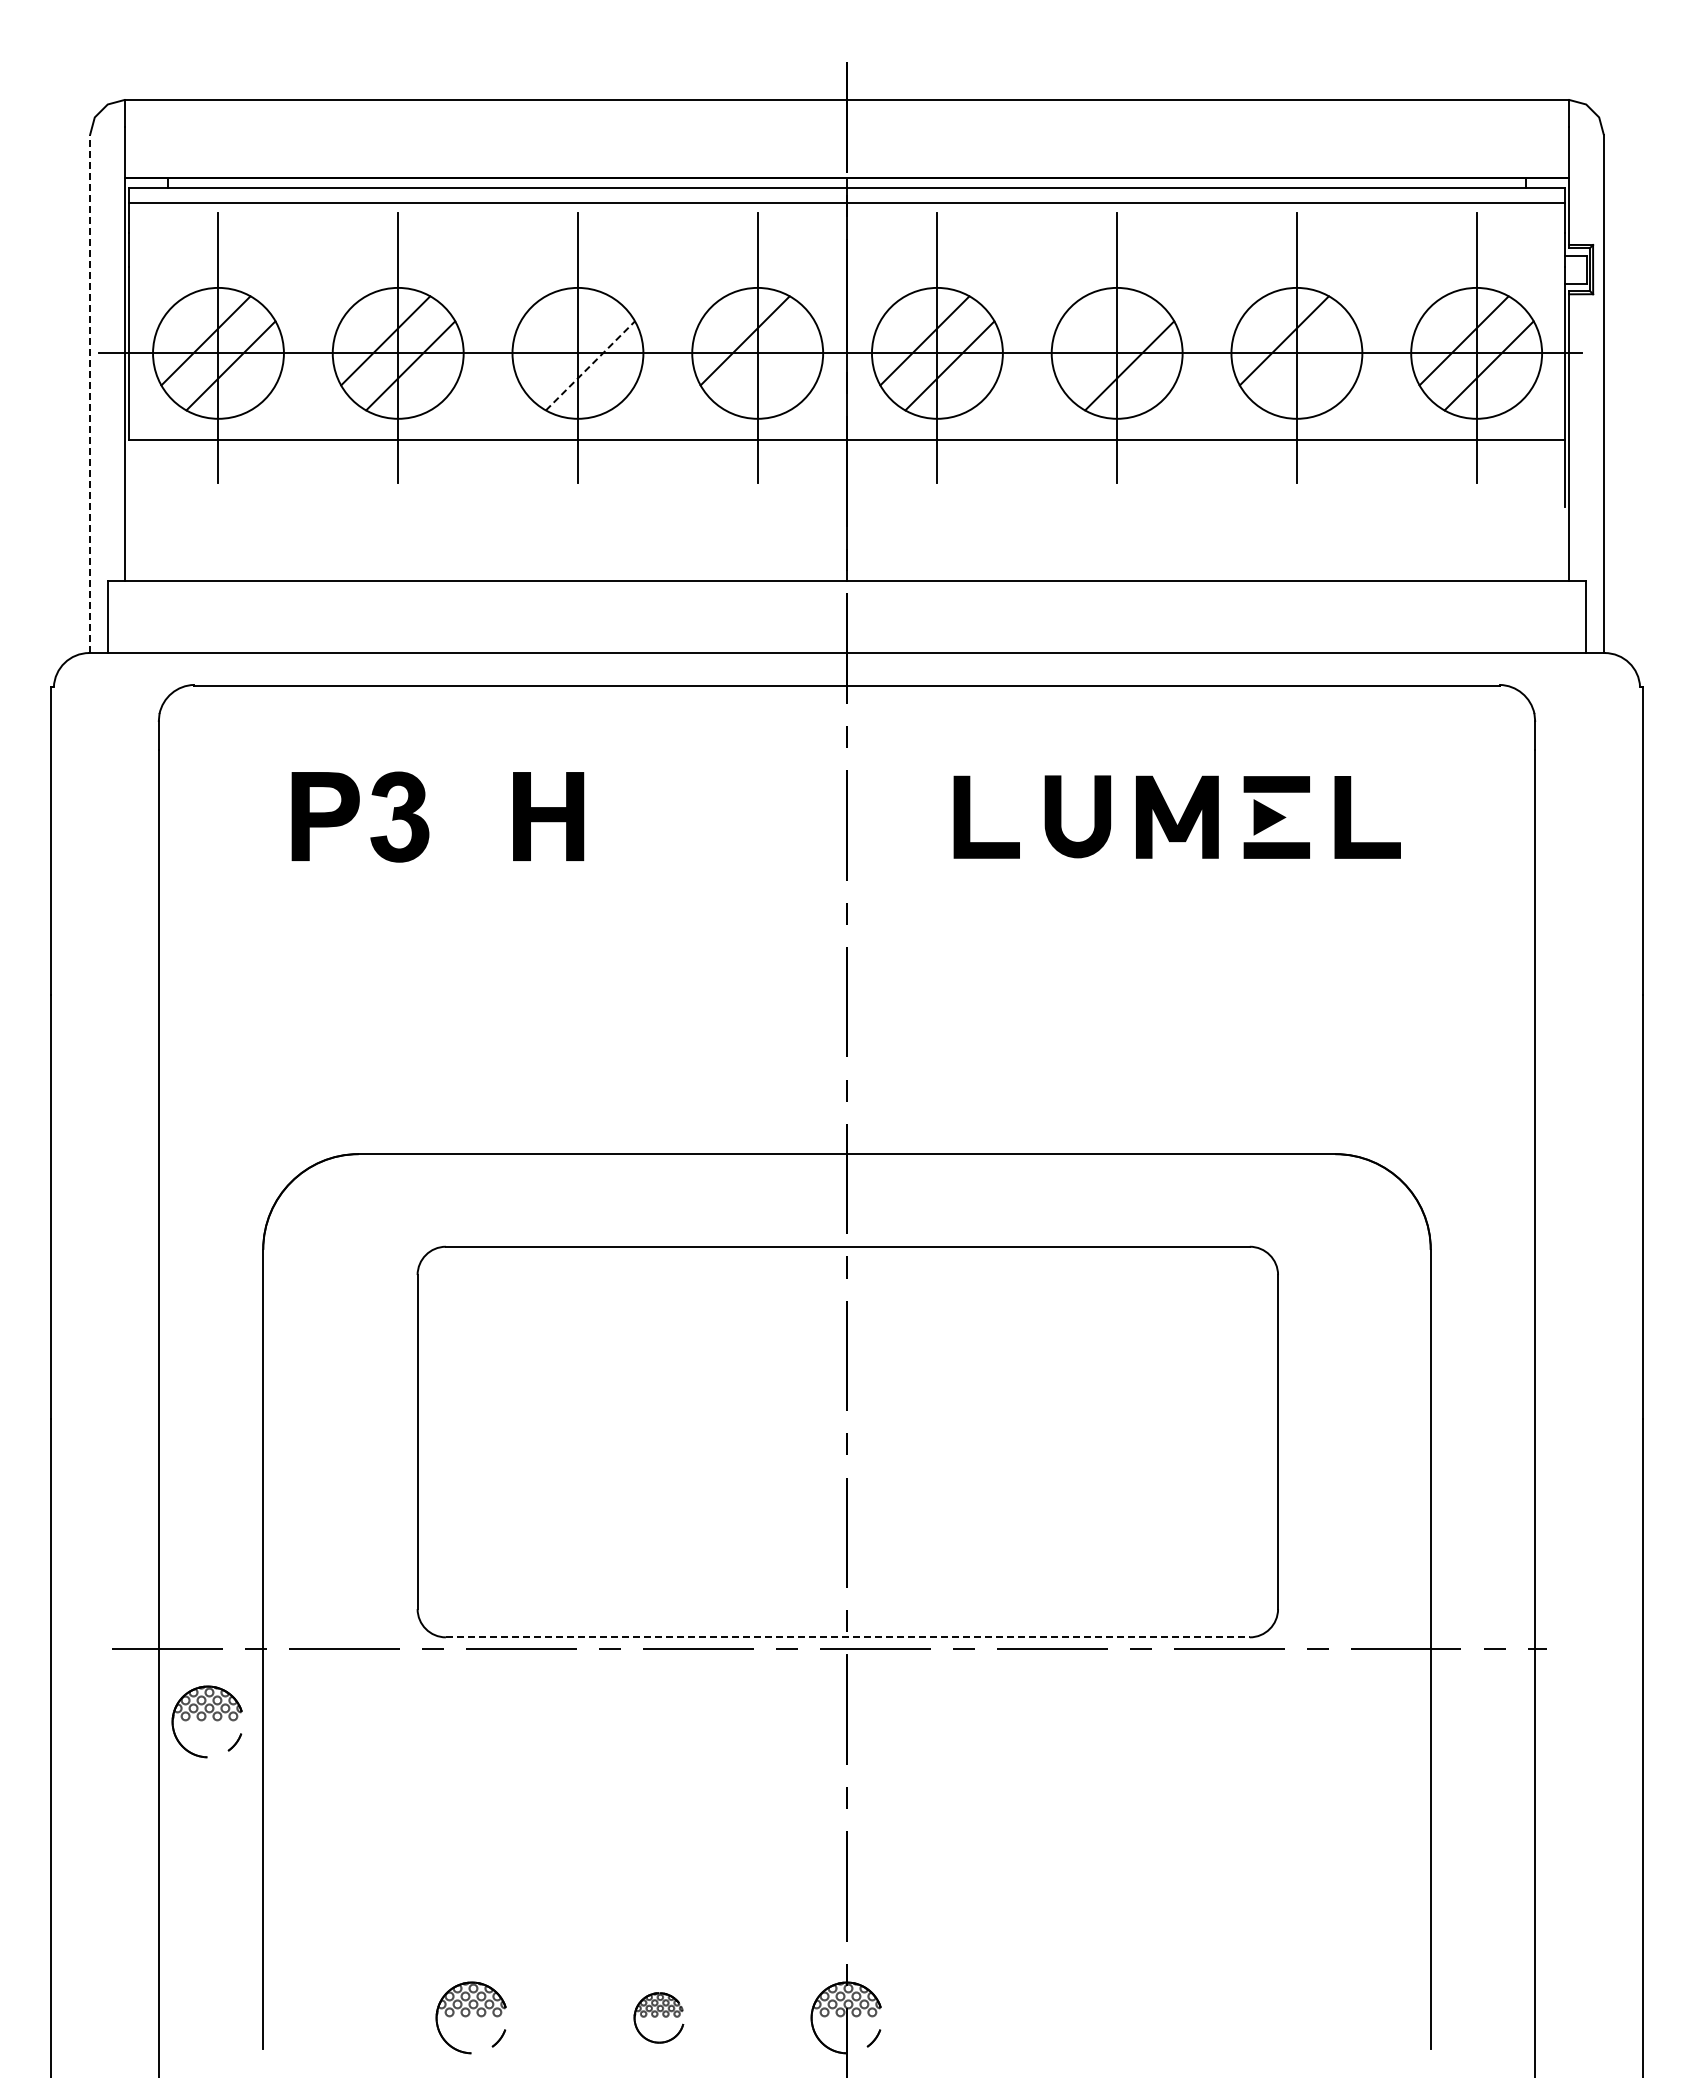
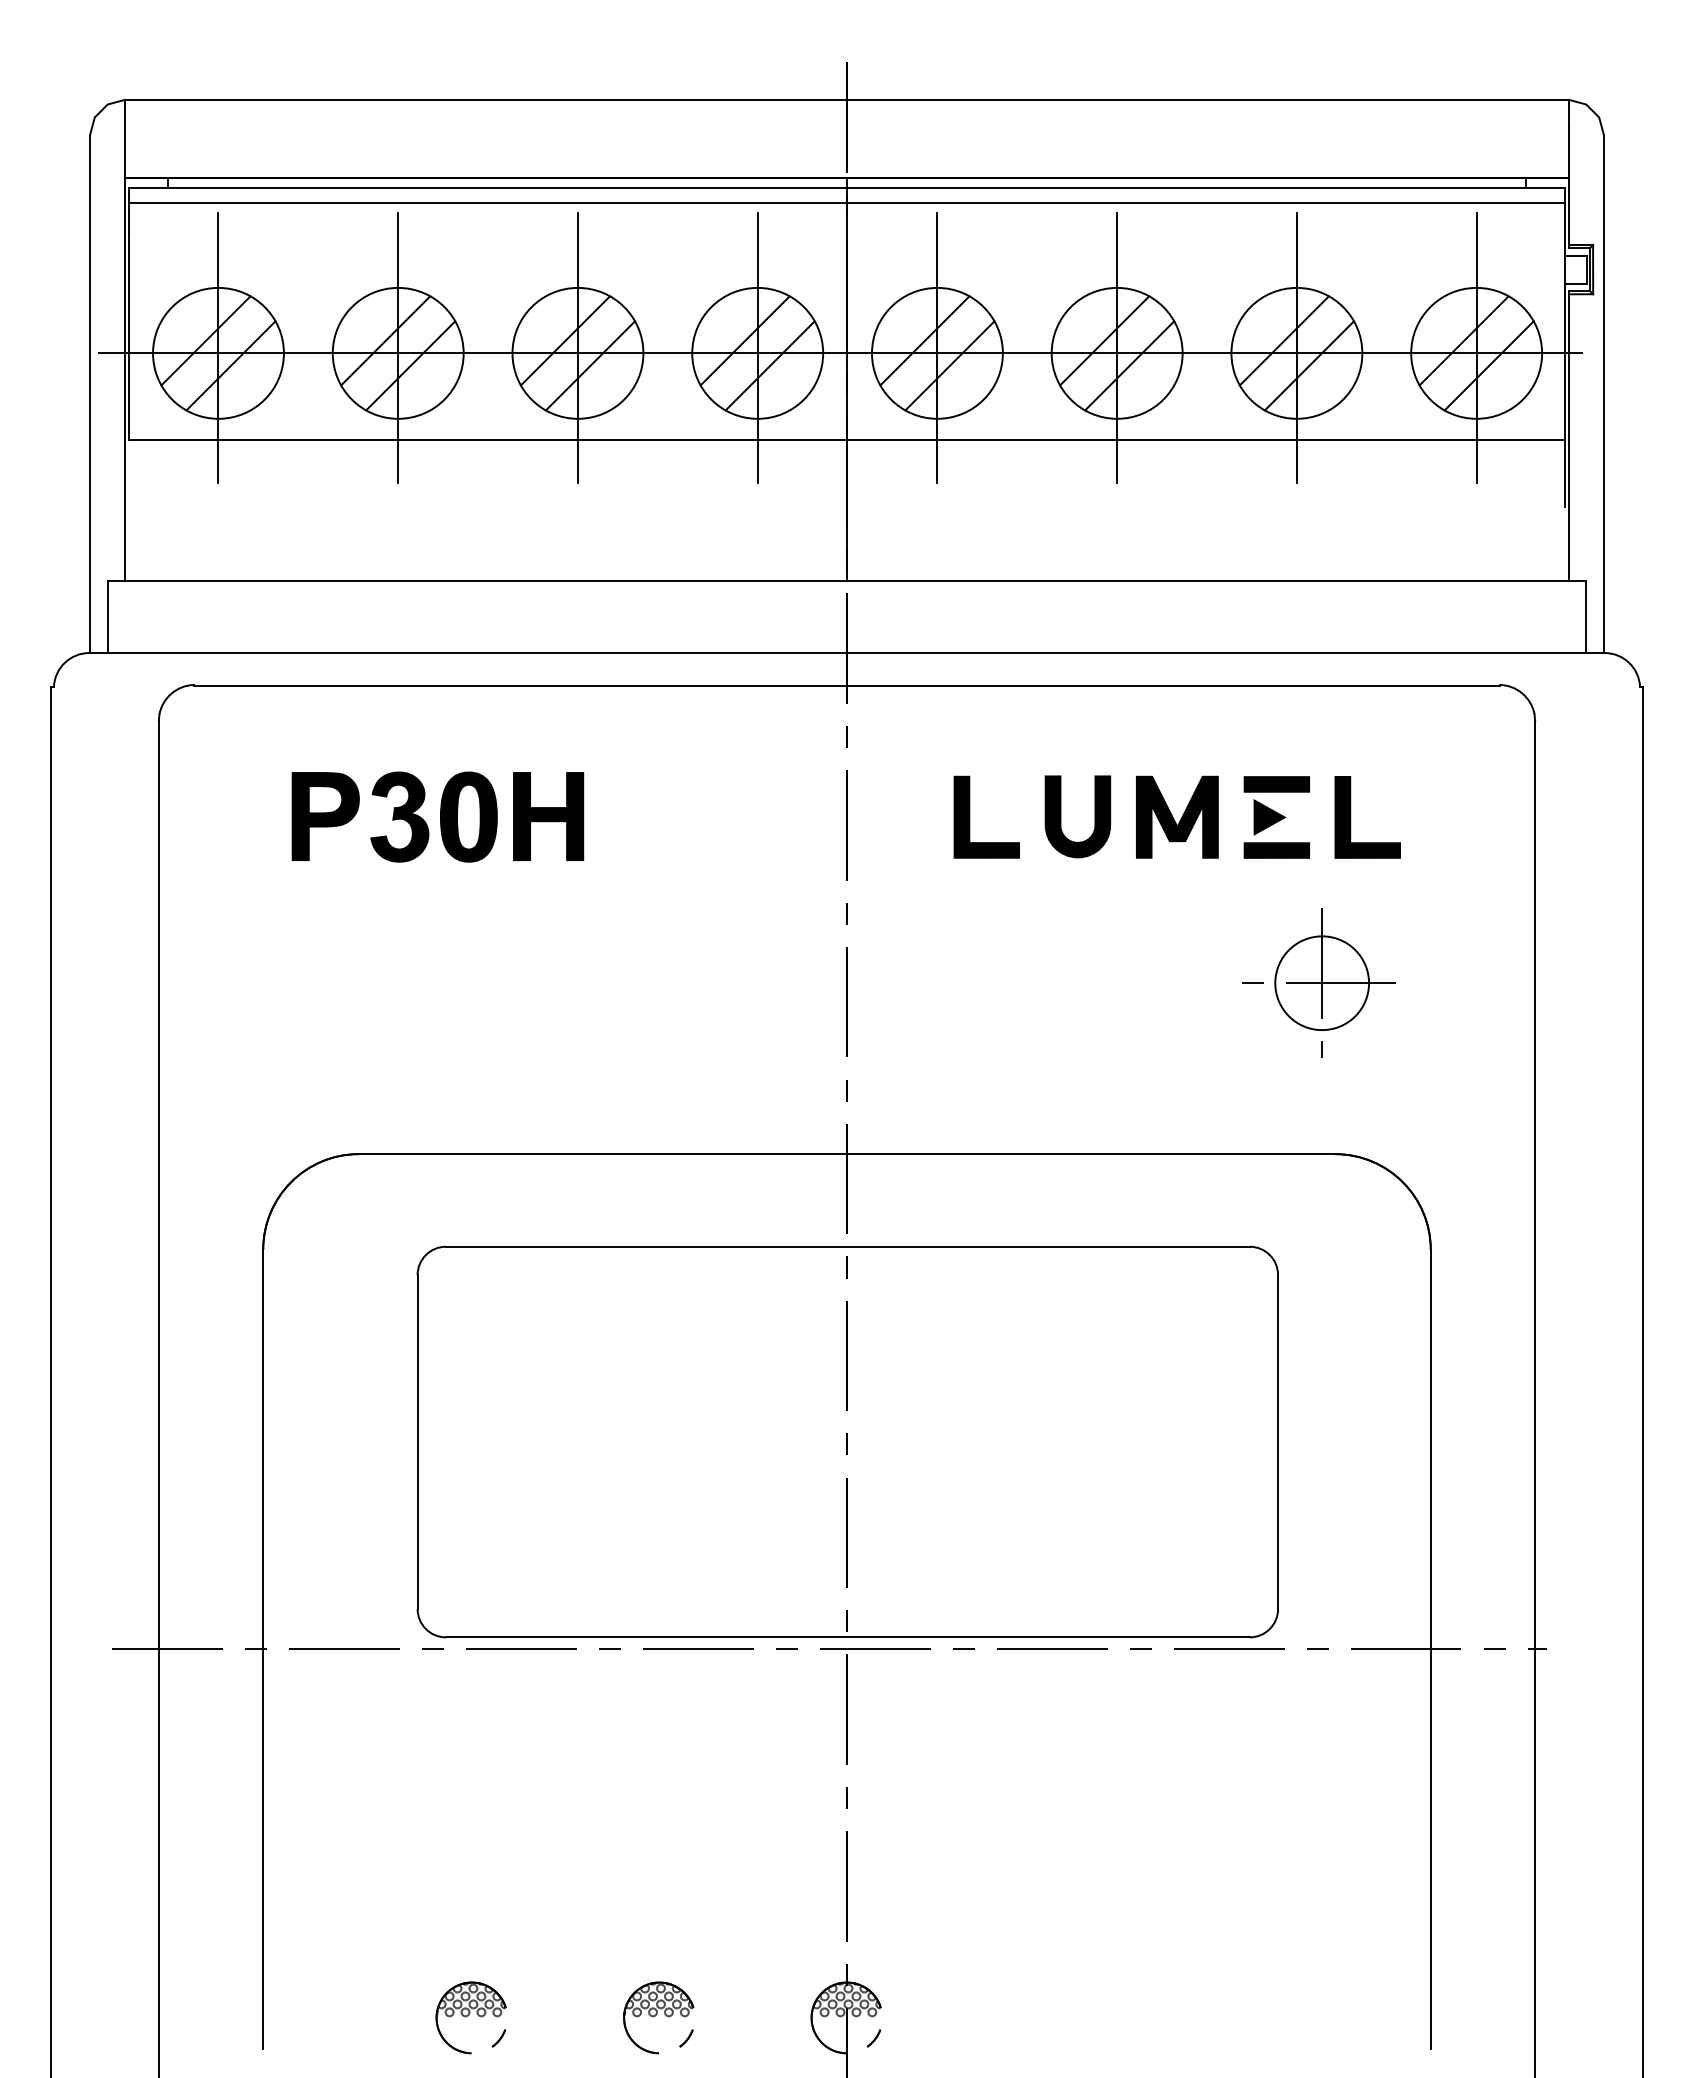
line at (565, 340): none -> present
line at (1104, 340): none -> present
line at (590, 365): dashed -> solid
line at (769, 365): none -> present
line at (1308, 365): none -> present
line at (90, 394): dashed -> solid
part at (468, 816): none -> present
part at (1318, 982): none -> present
line at (847, 1637): dashed -> solid
part at (206, 1721): present -> none
part at (658, 2017) size: 52x52 px -> 72x74 px
